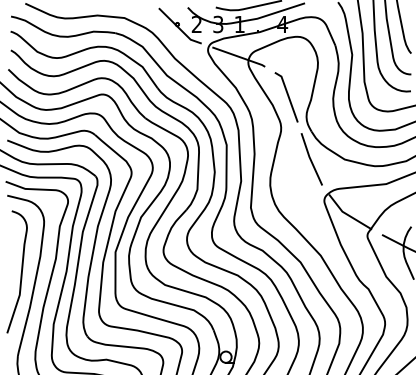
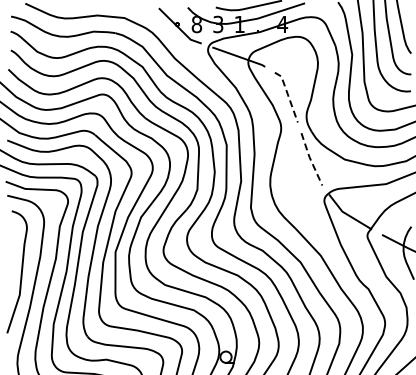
text at (196, 24): 2 -> 8
line at (288, 95): solid -> dashed
line at (310, 159): solid -> dashed
